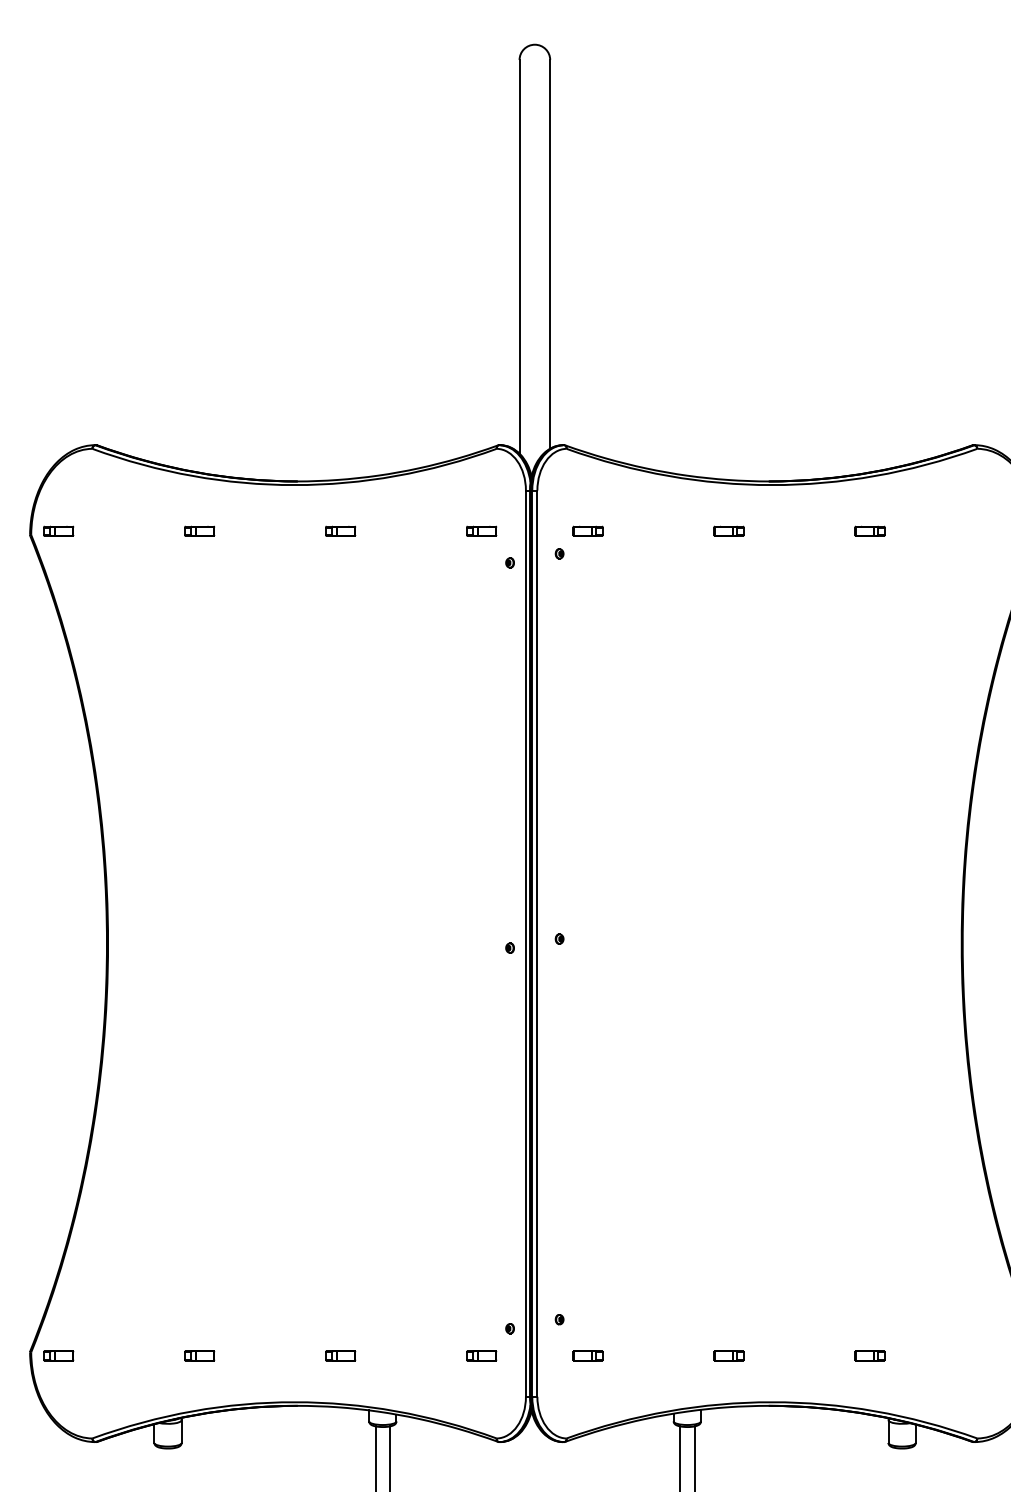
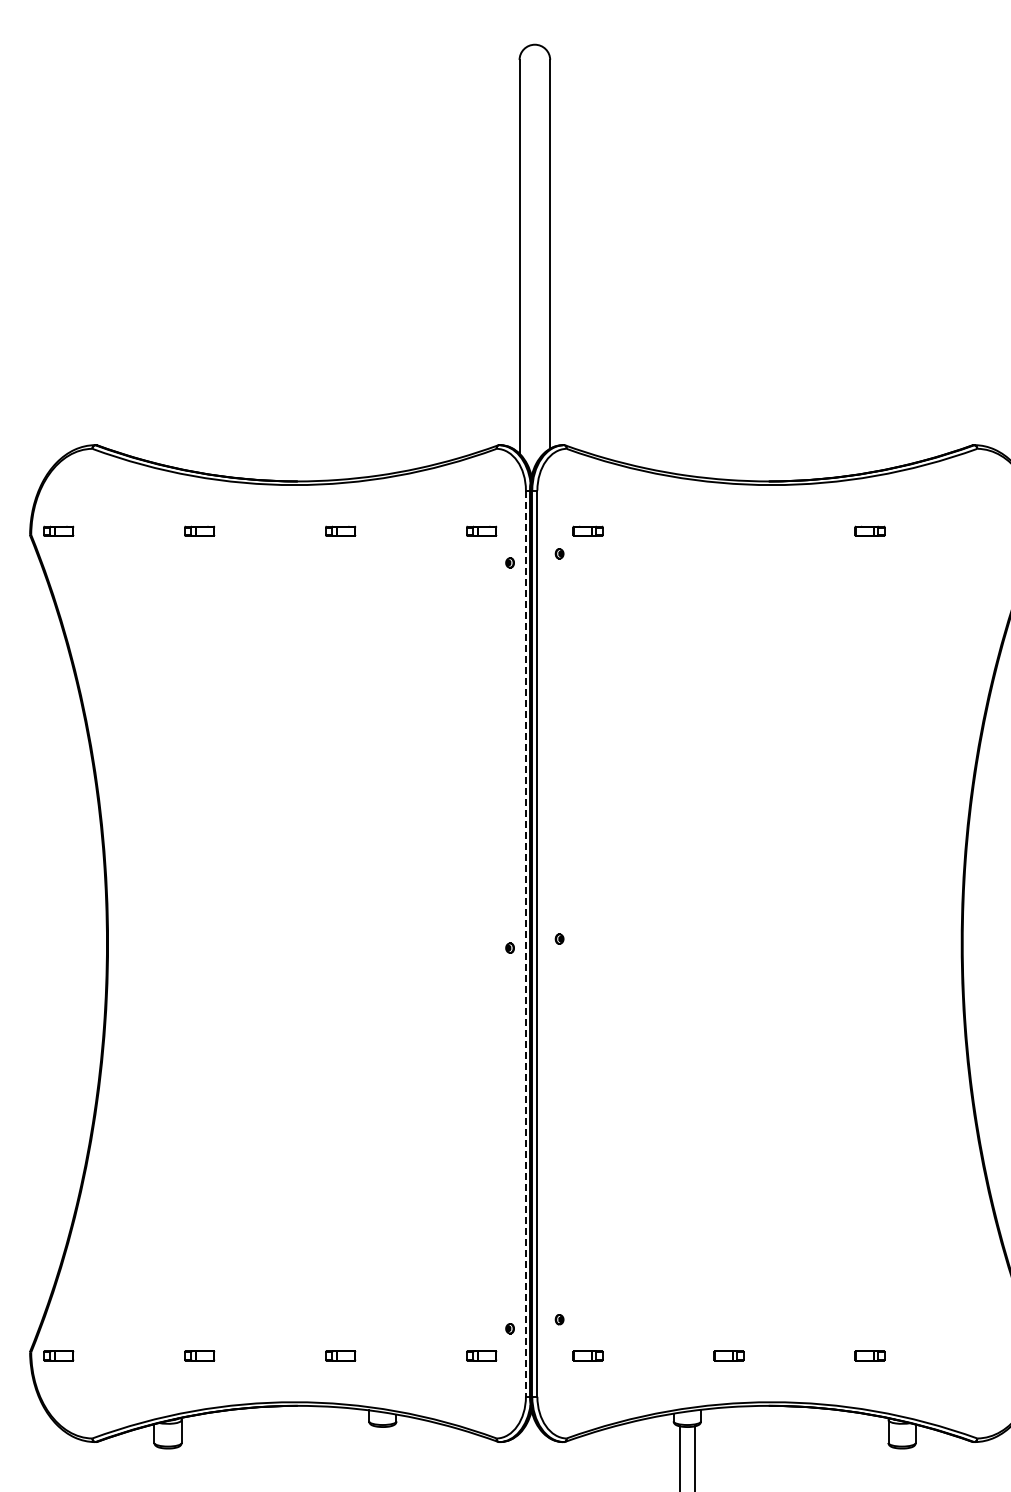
part at (728, 530): present -> none
line at (525, 944): solid -> dashed
line at (375, 1457): present -> none
line at (390, 1457): present -> none
